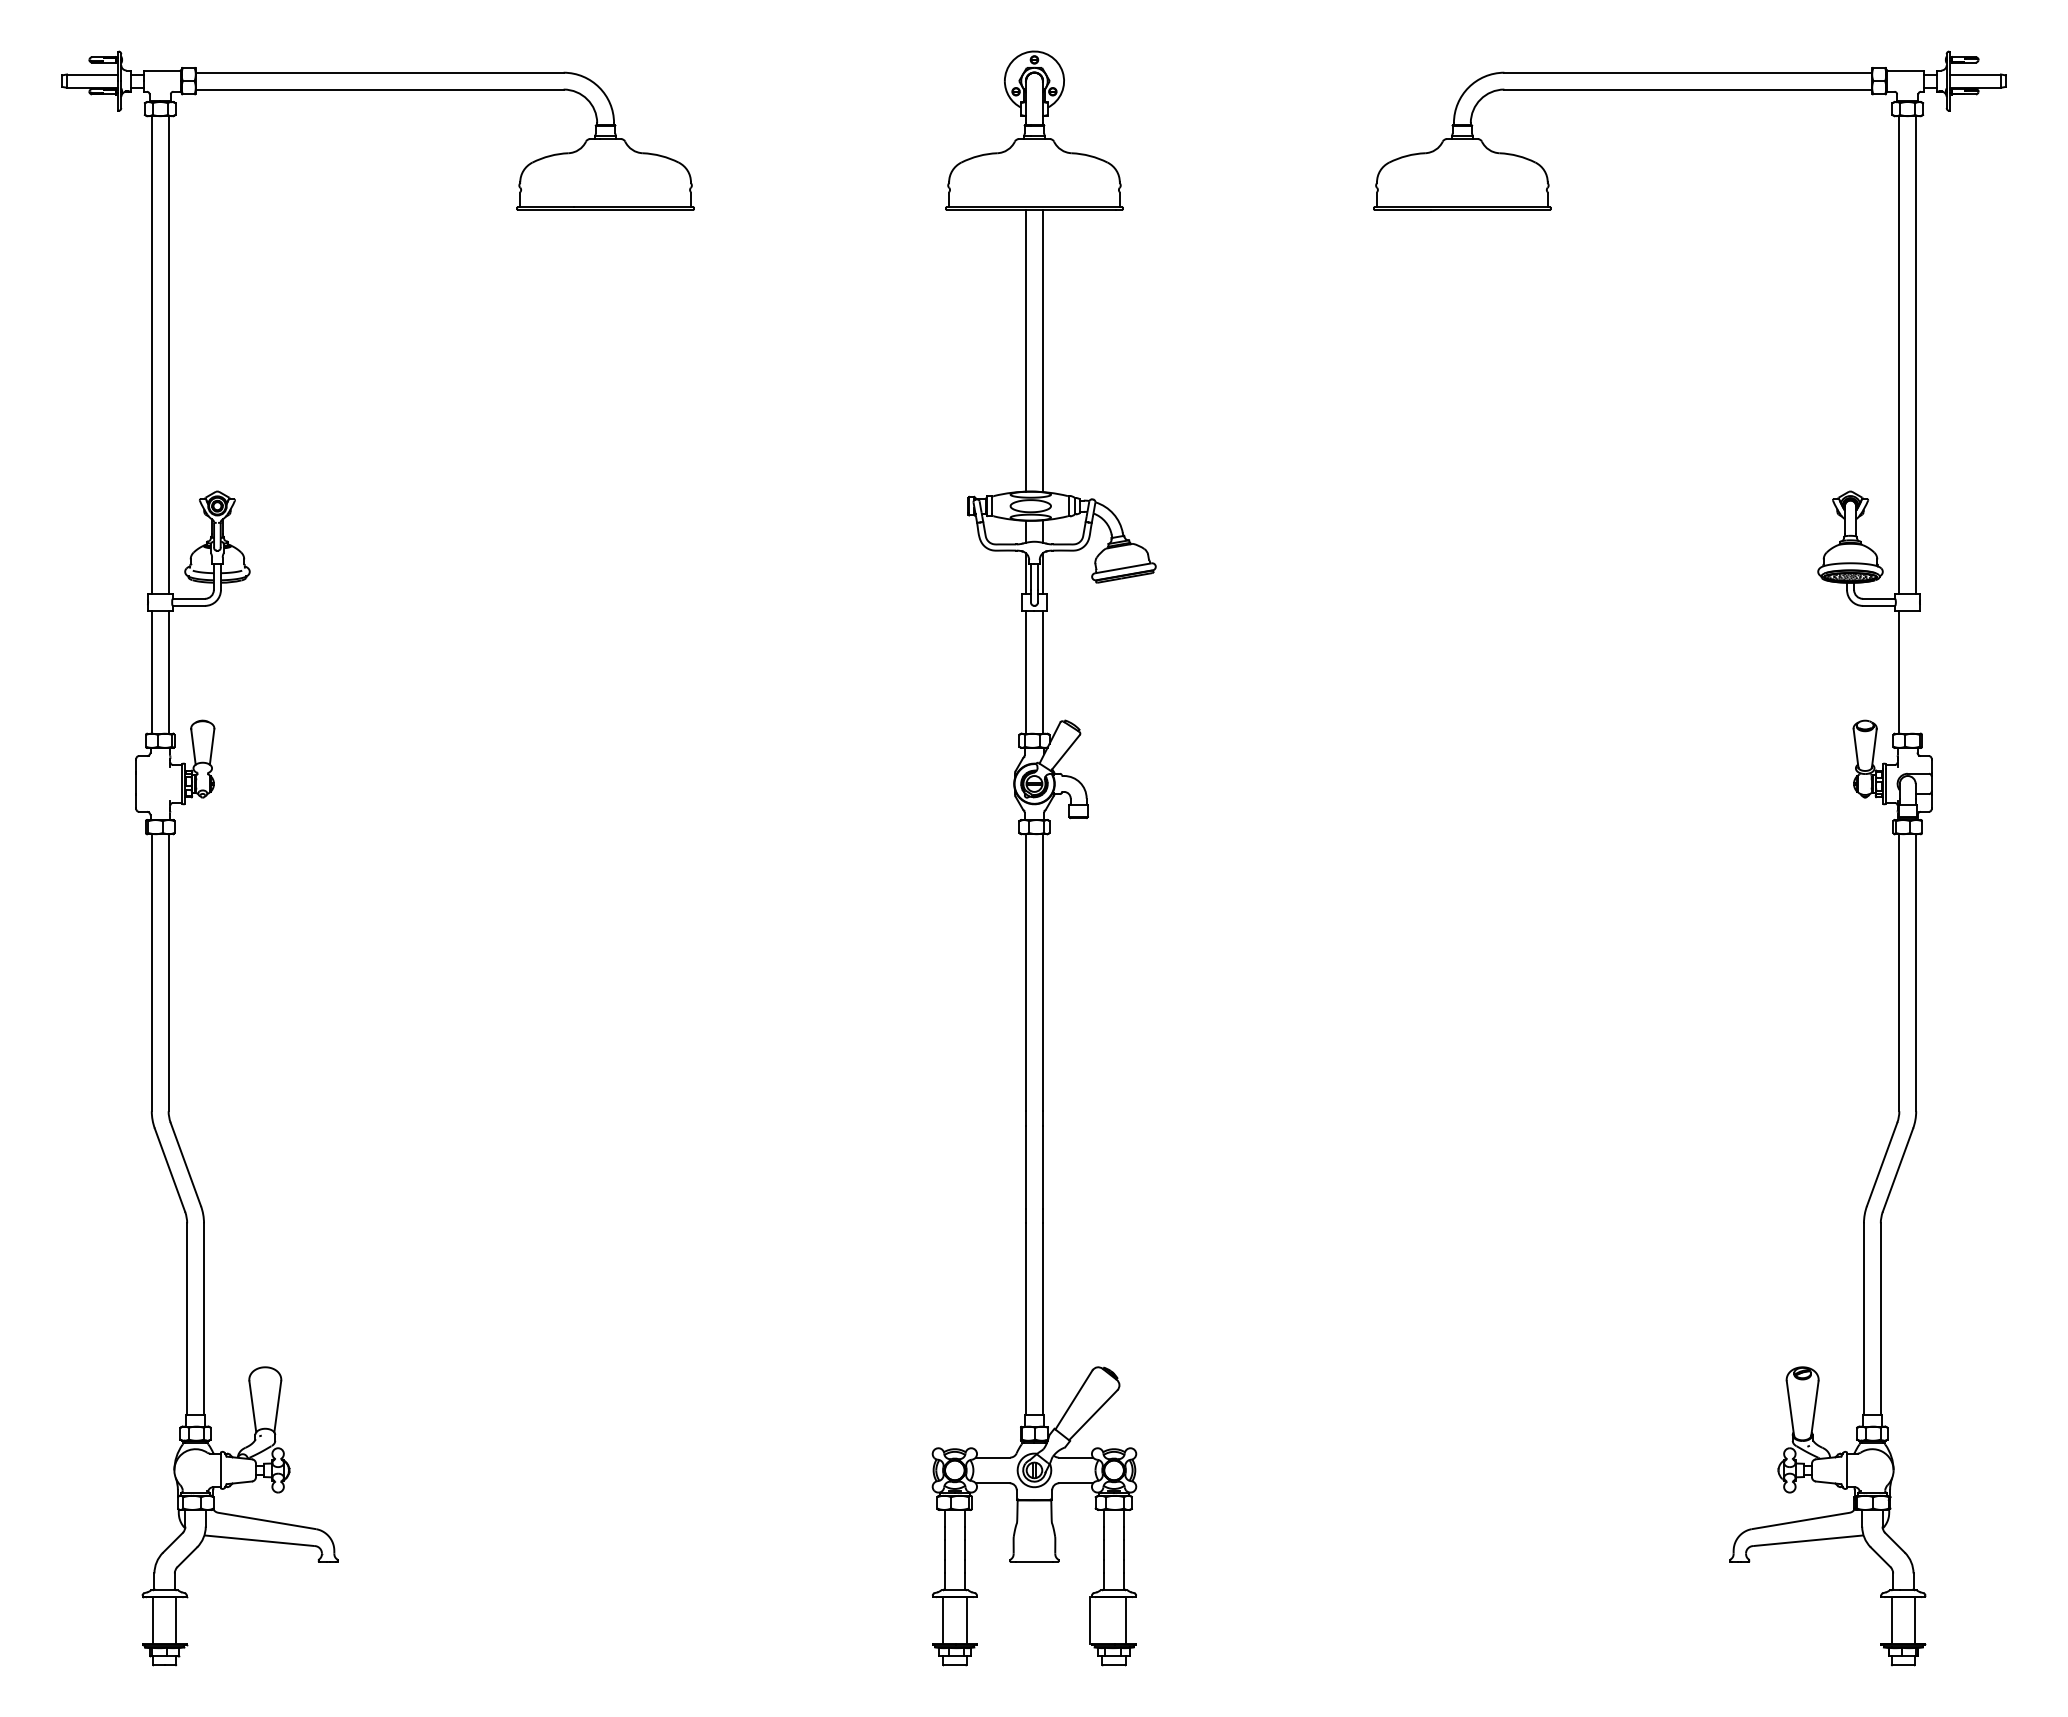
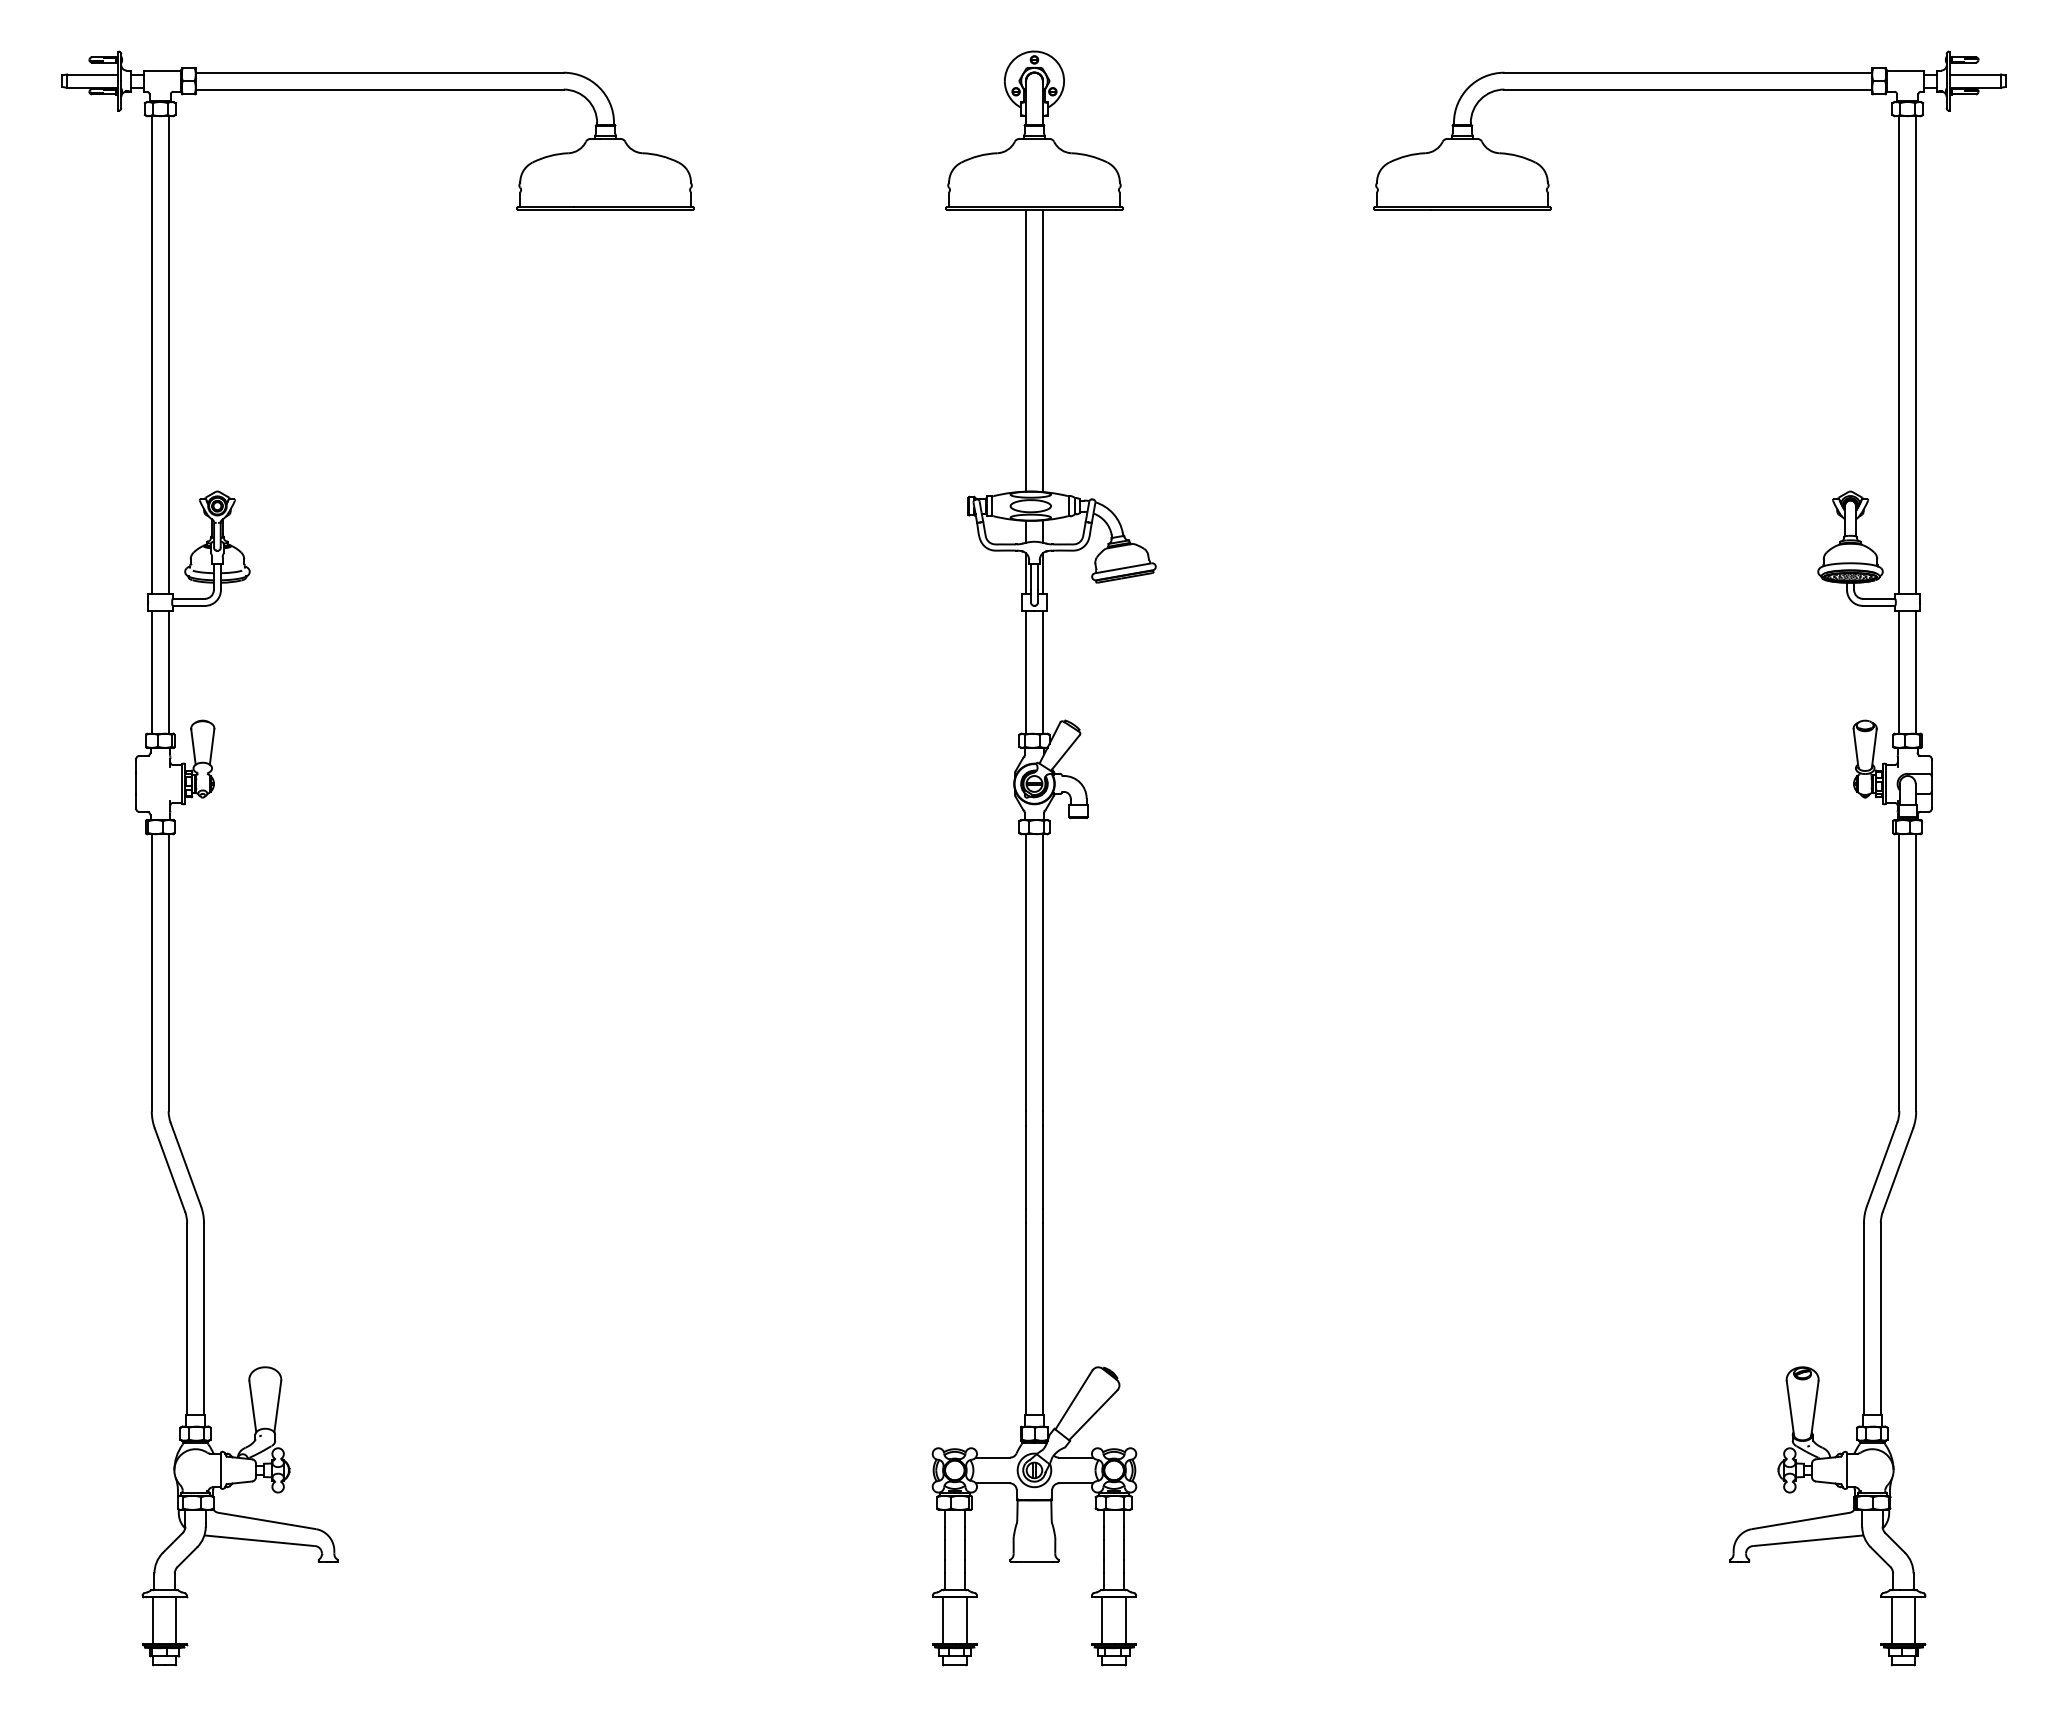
line at (1916, 671): none -> present
line at (1090, 1620) position: (1090, 1620) -> (1102, 1620)
